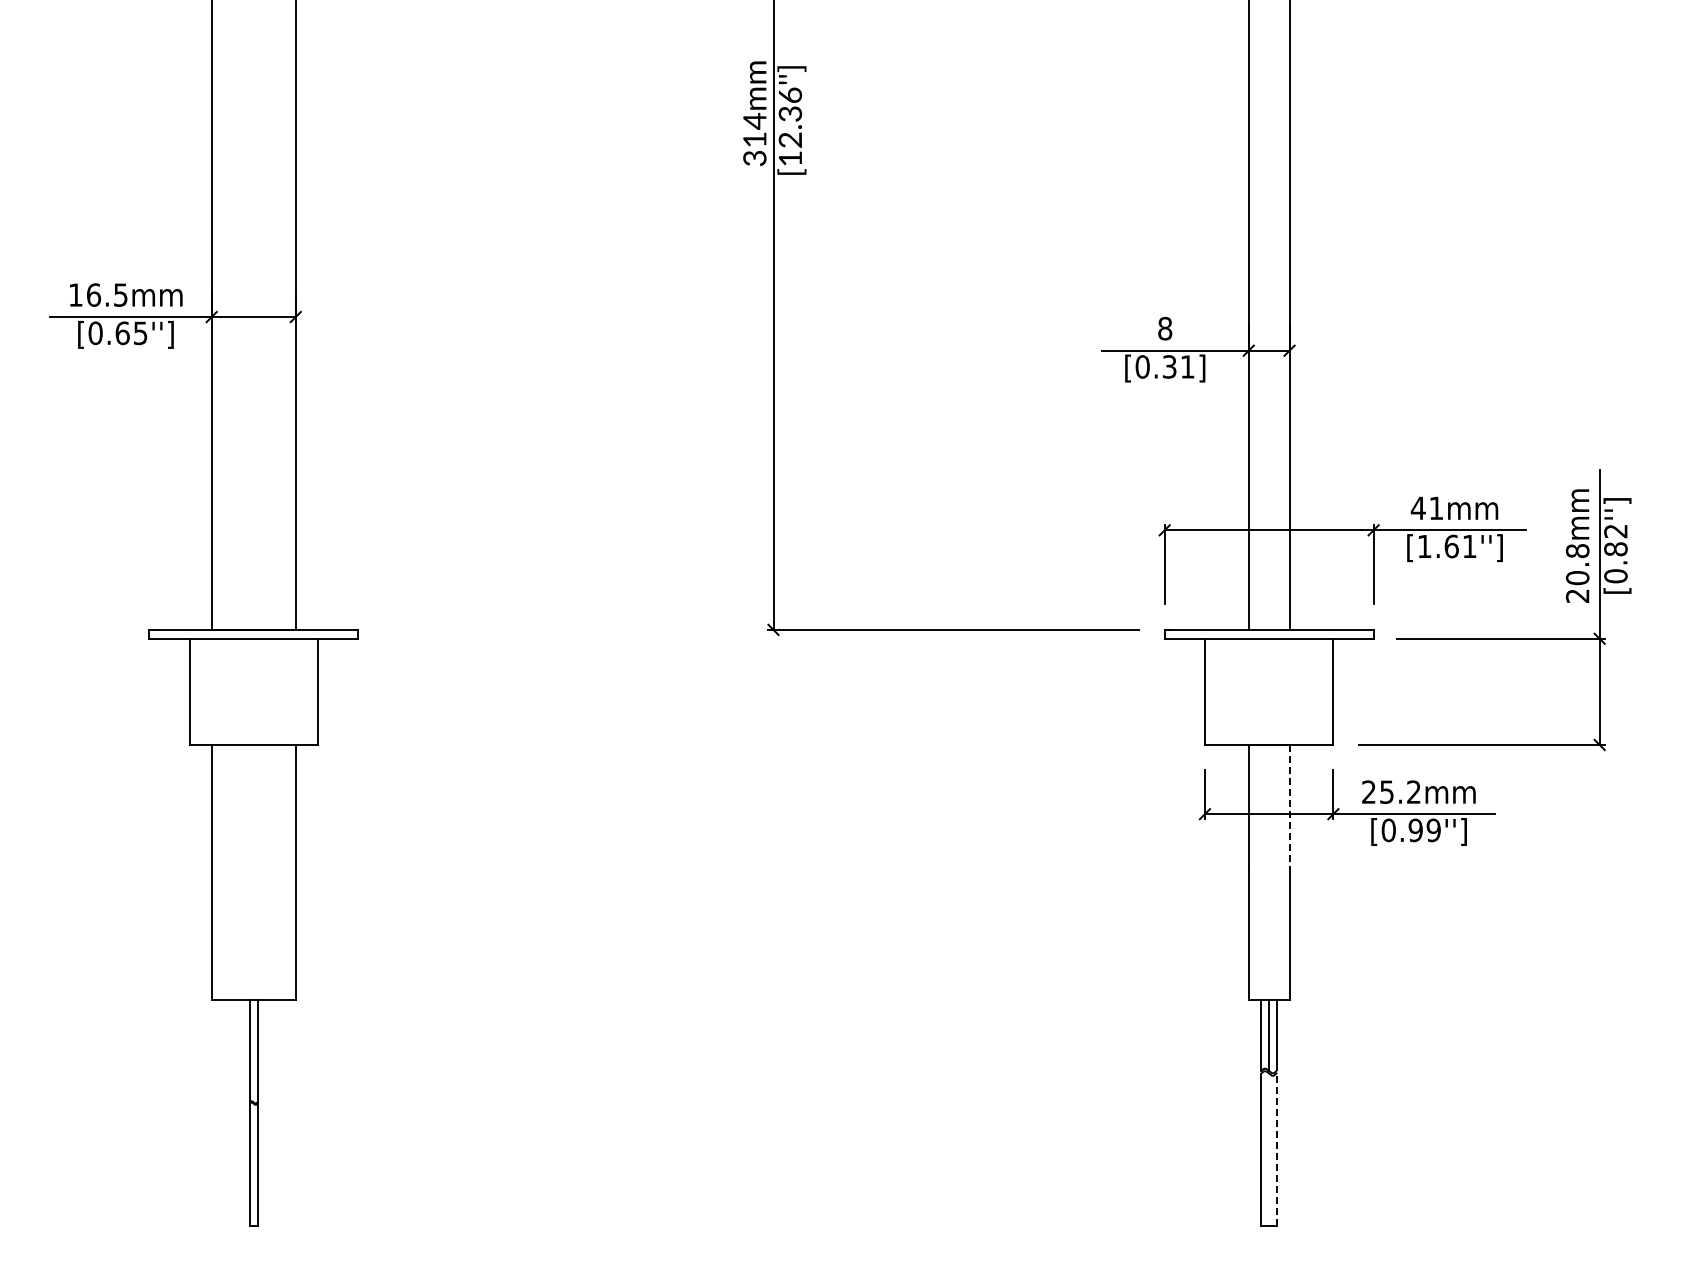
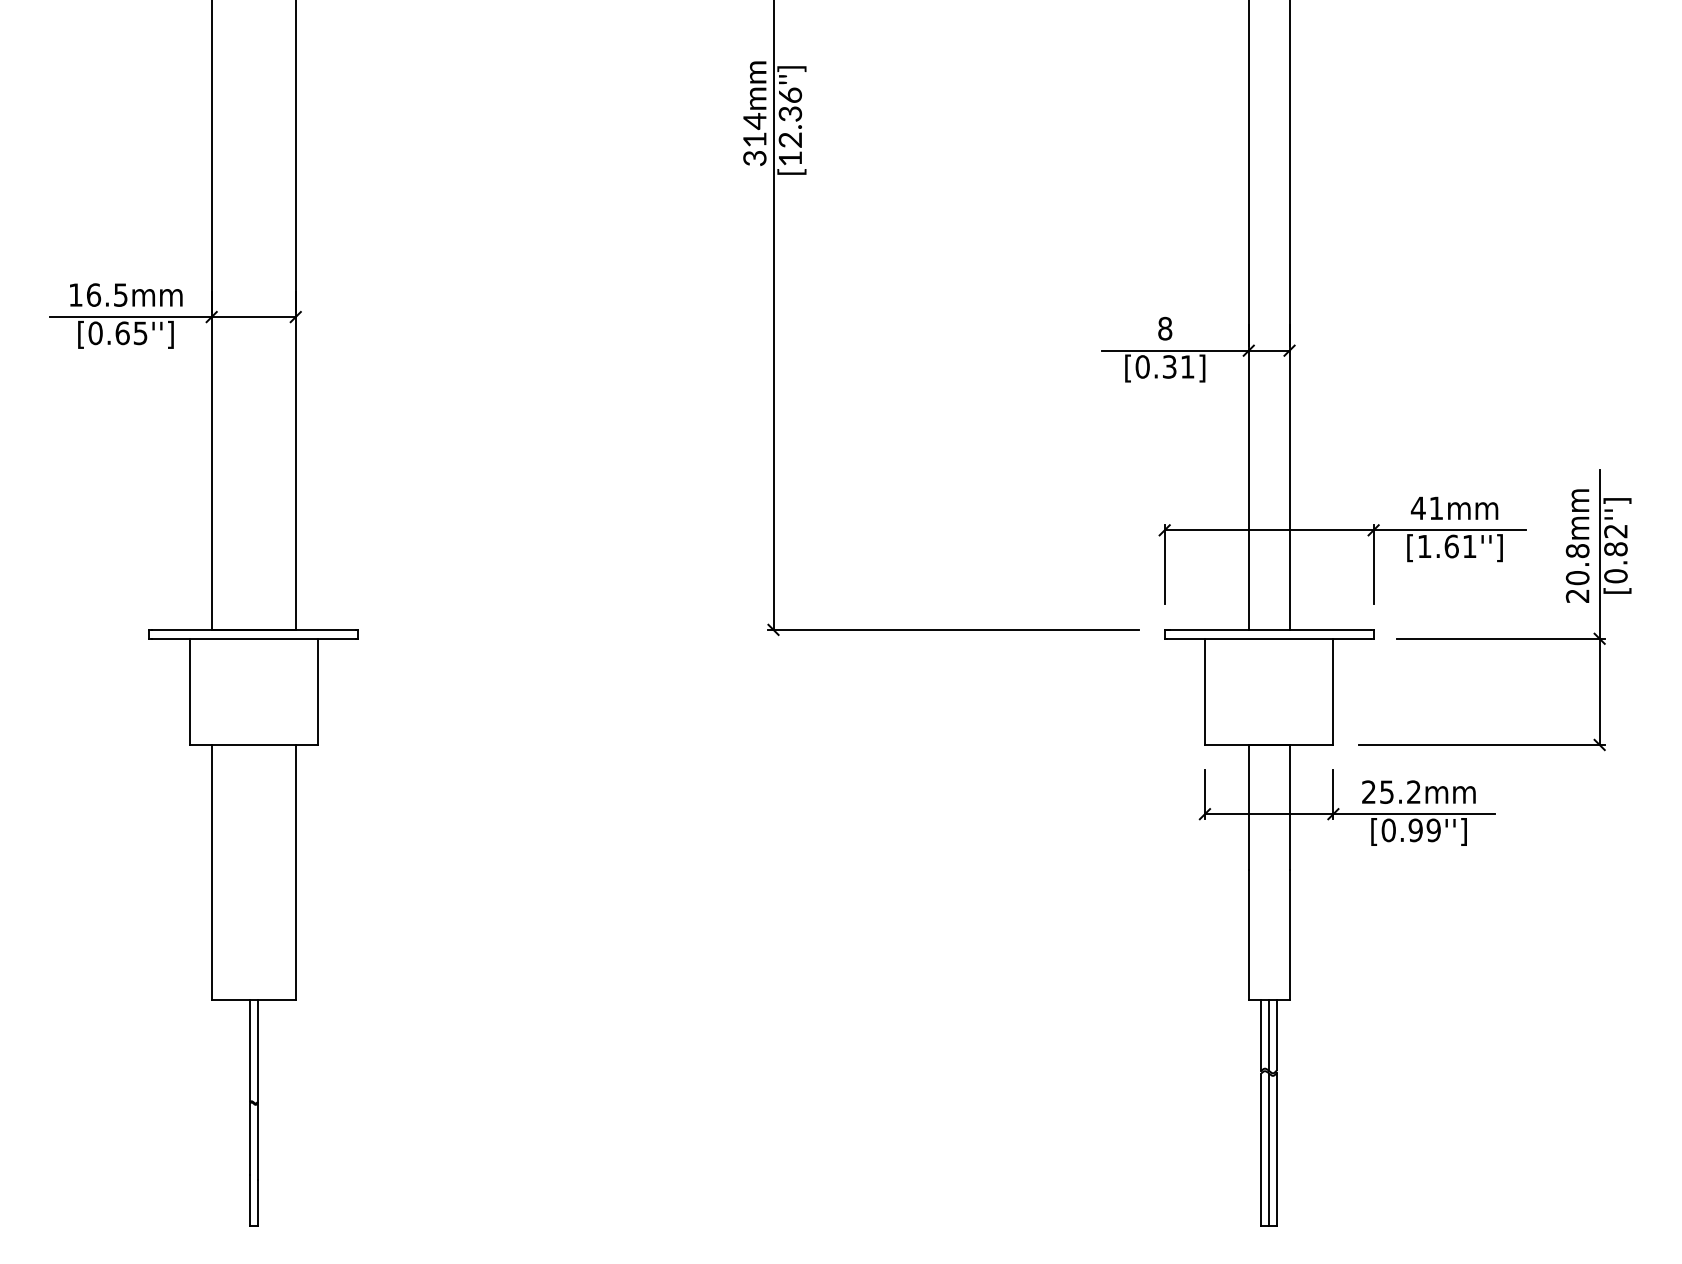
line at (1289, 807): dashed -> solid
line at (1269, 1149): none -> present
line at (1277, 1149): dashed -> solid
